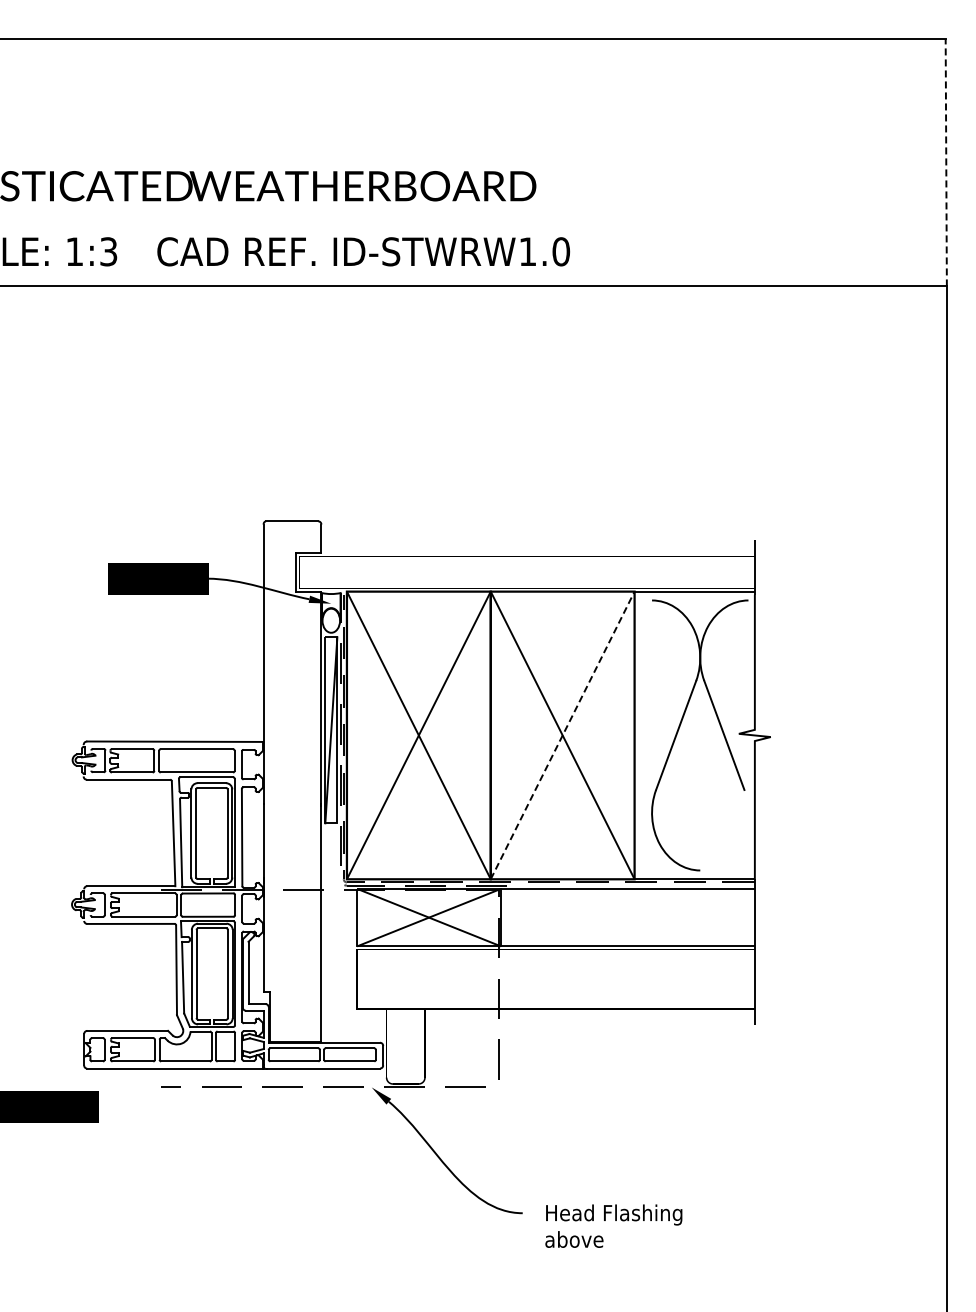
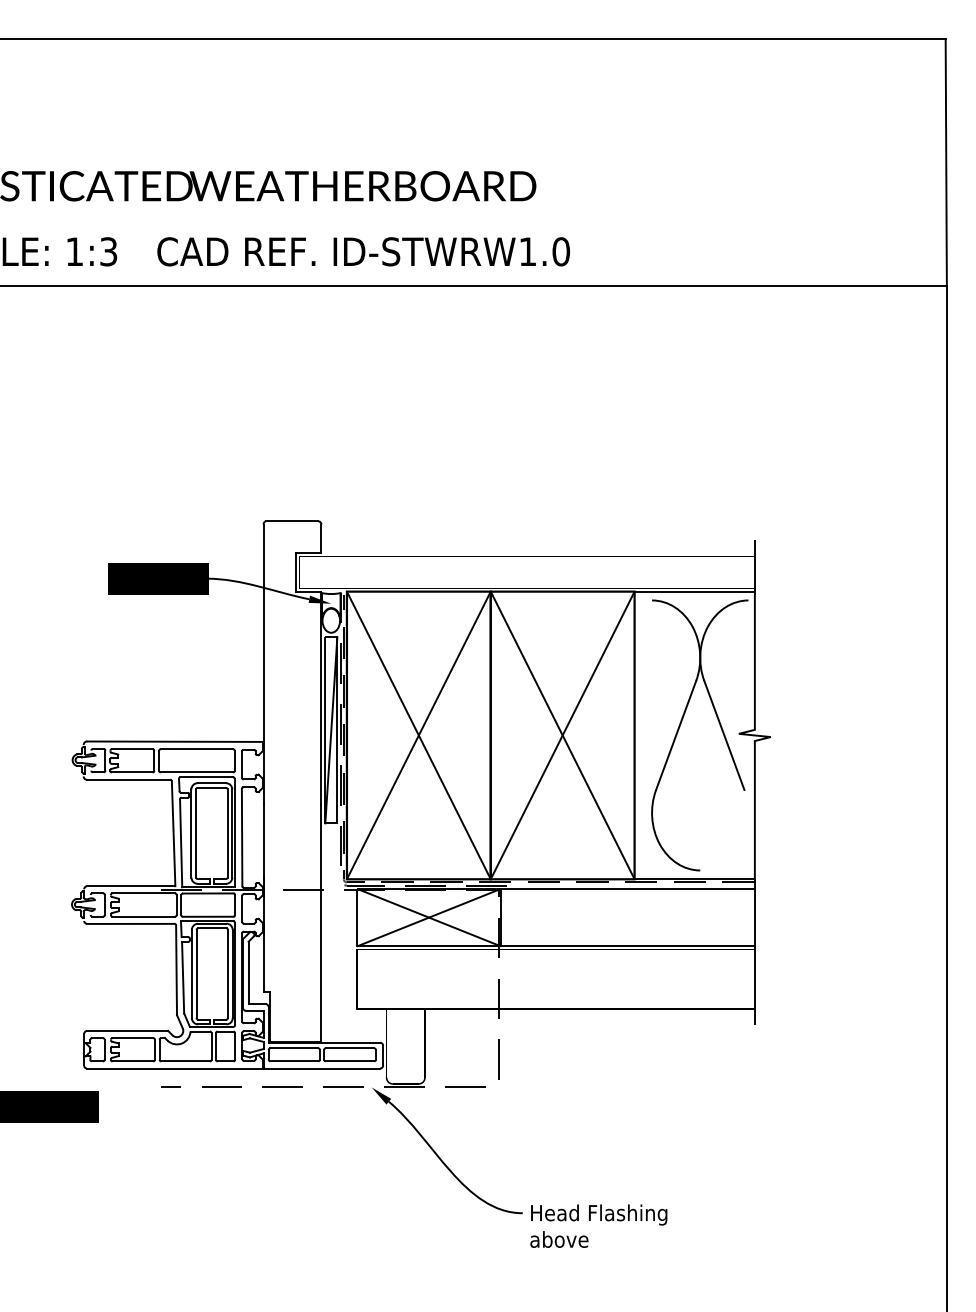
line at (946, 162): dashed -> solid
line at (562, 735): dashed -> solid
text at (613, 1225) position: (613, 1225) -> (598, 1225)
